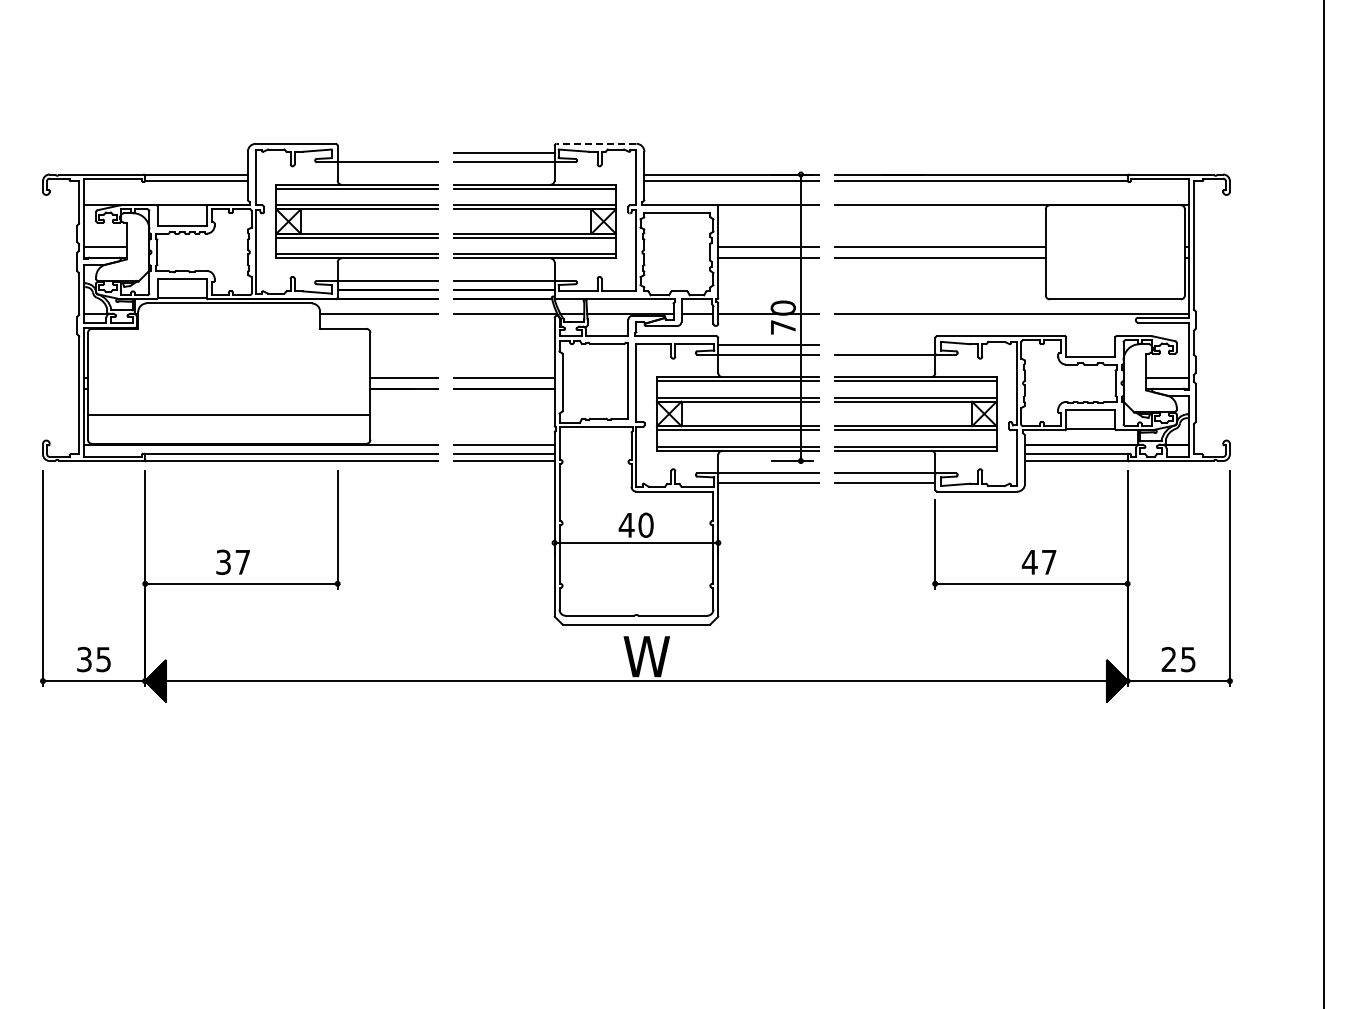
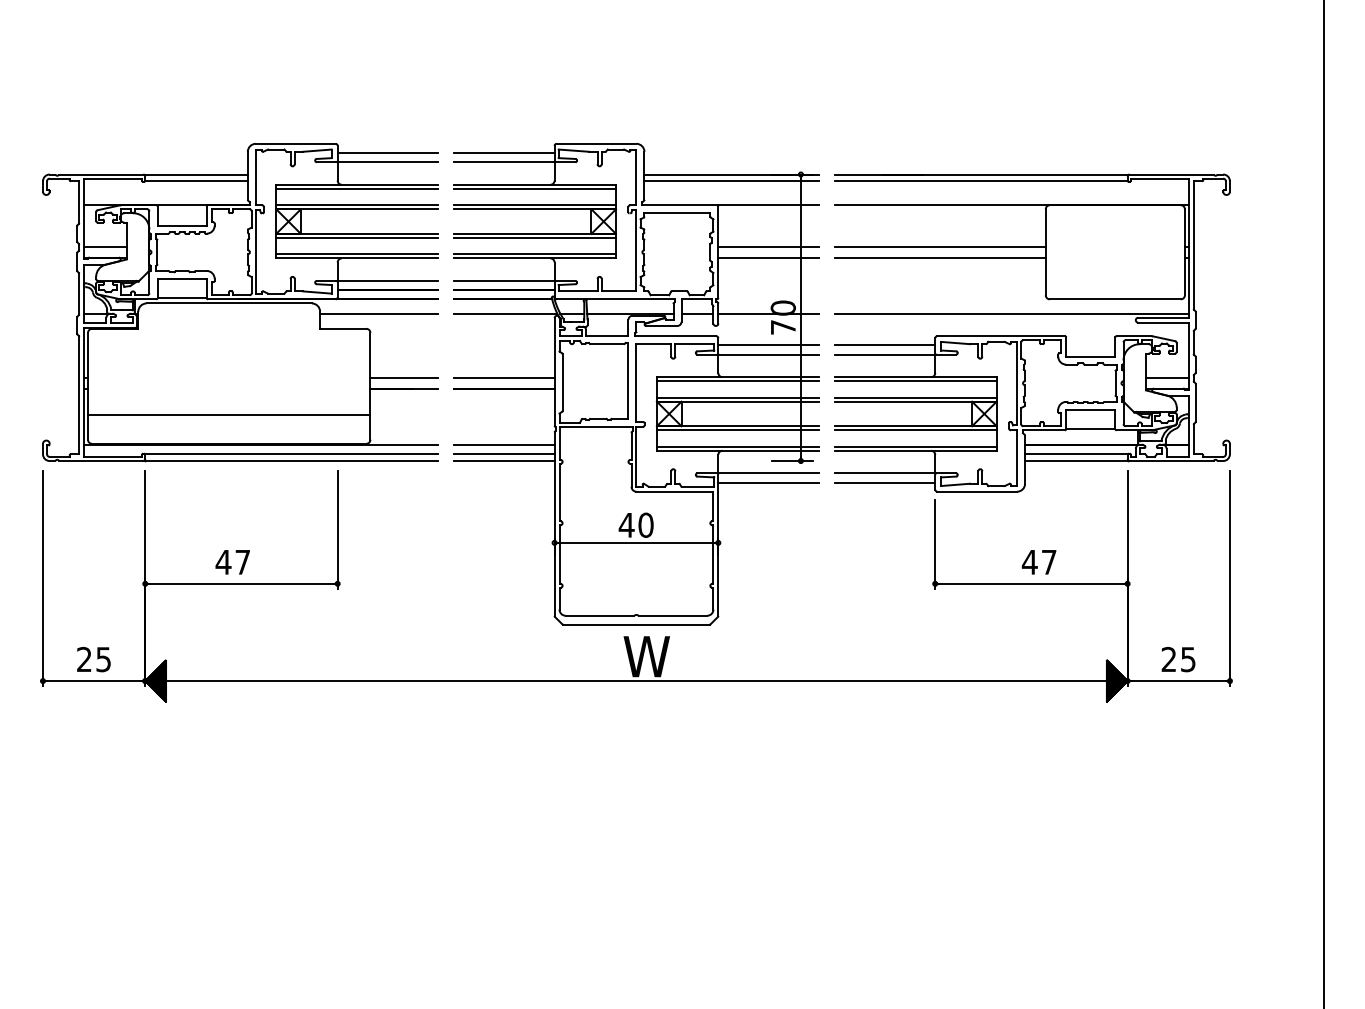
line at (596, 143): dashed -> solid
line at (387, 152): none -> present
line at (884, 345): none -> present
text at (223, 561): 37 -> 47
text at (84, 659): 35 -> 25
